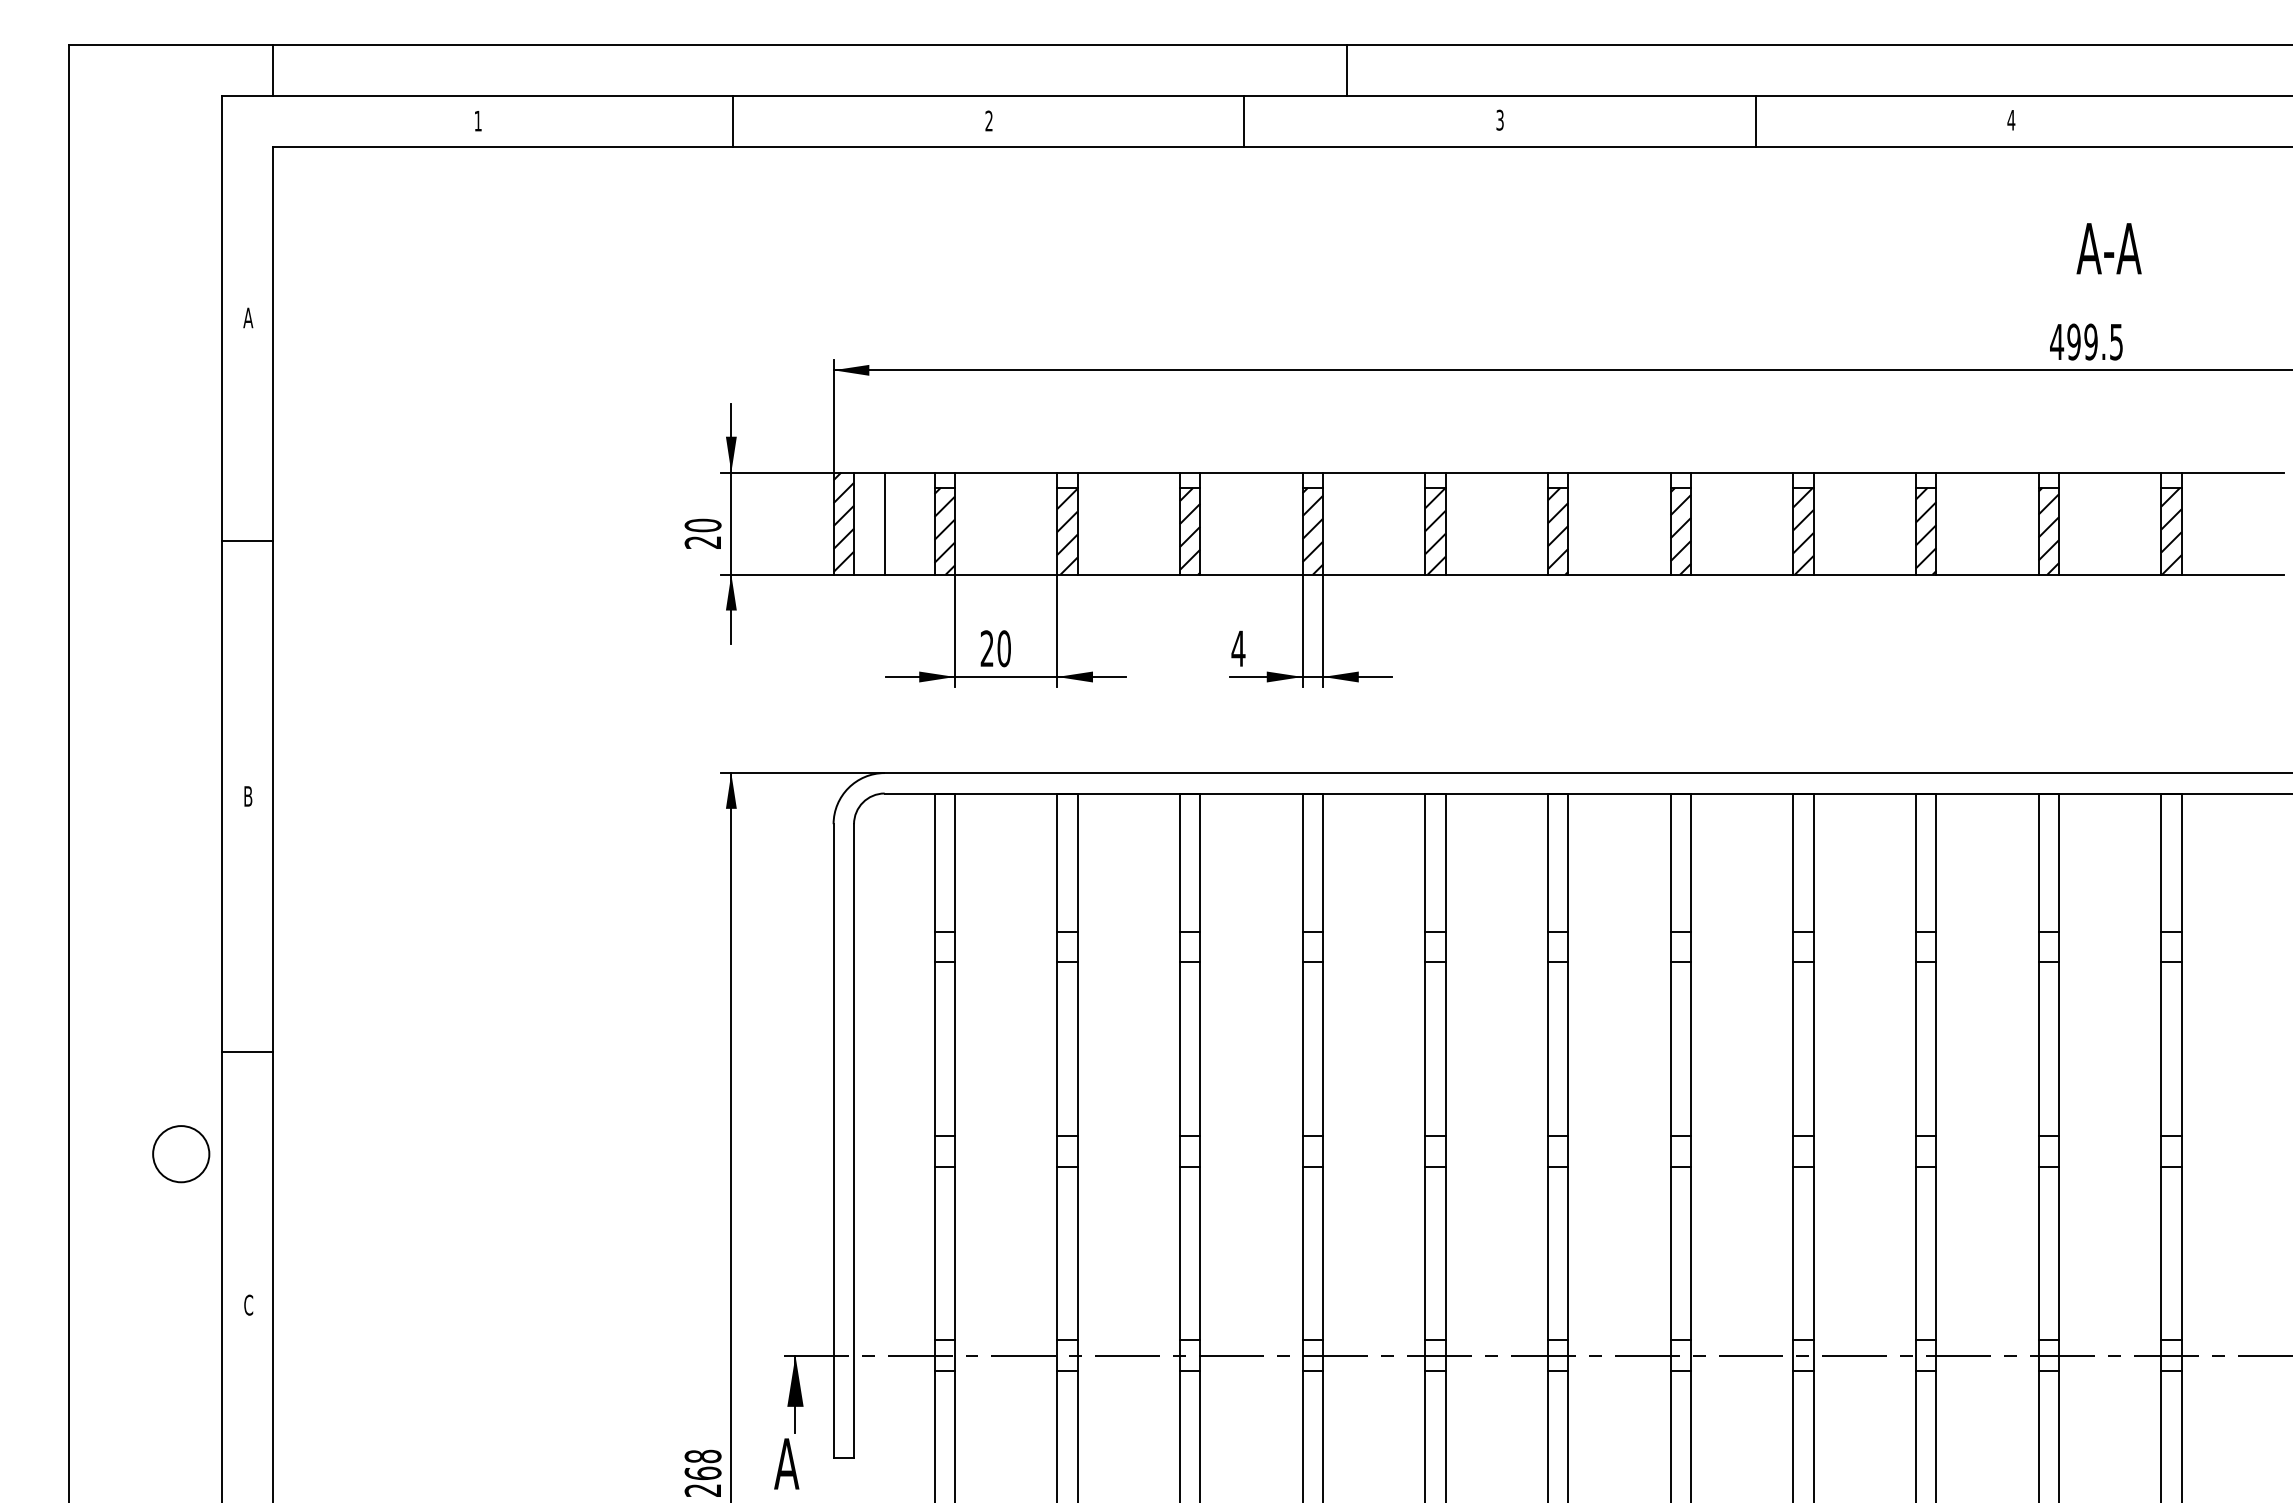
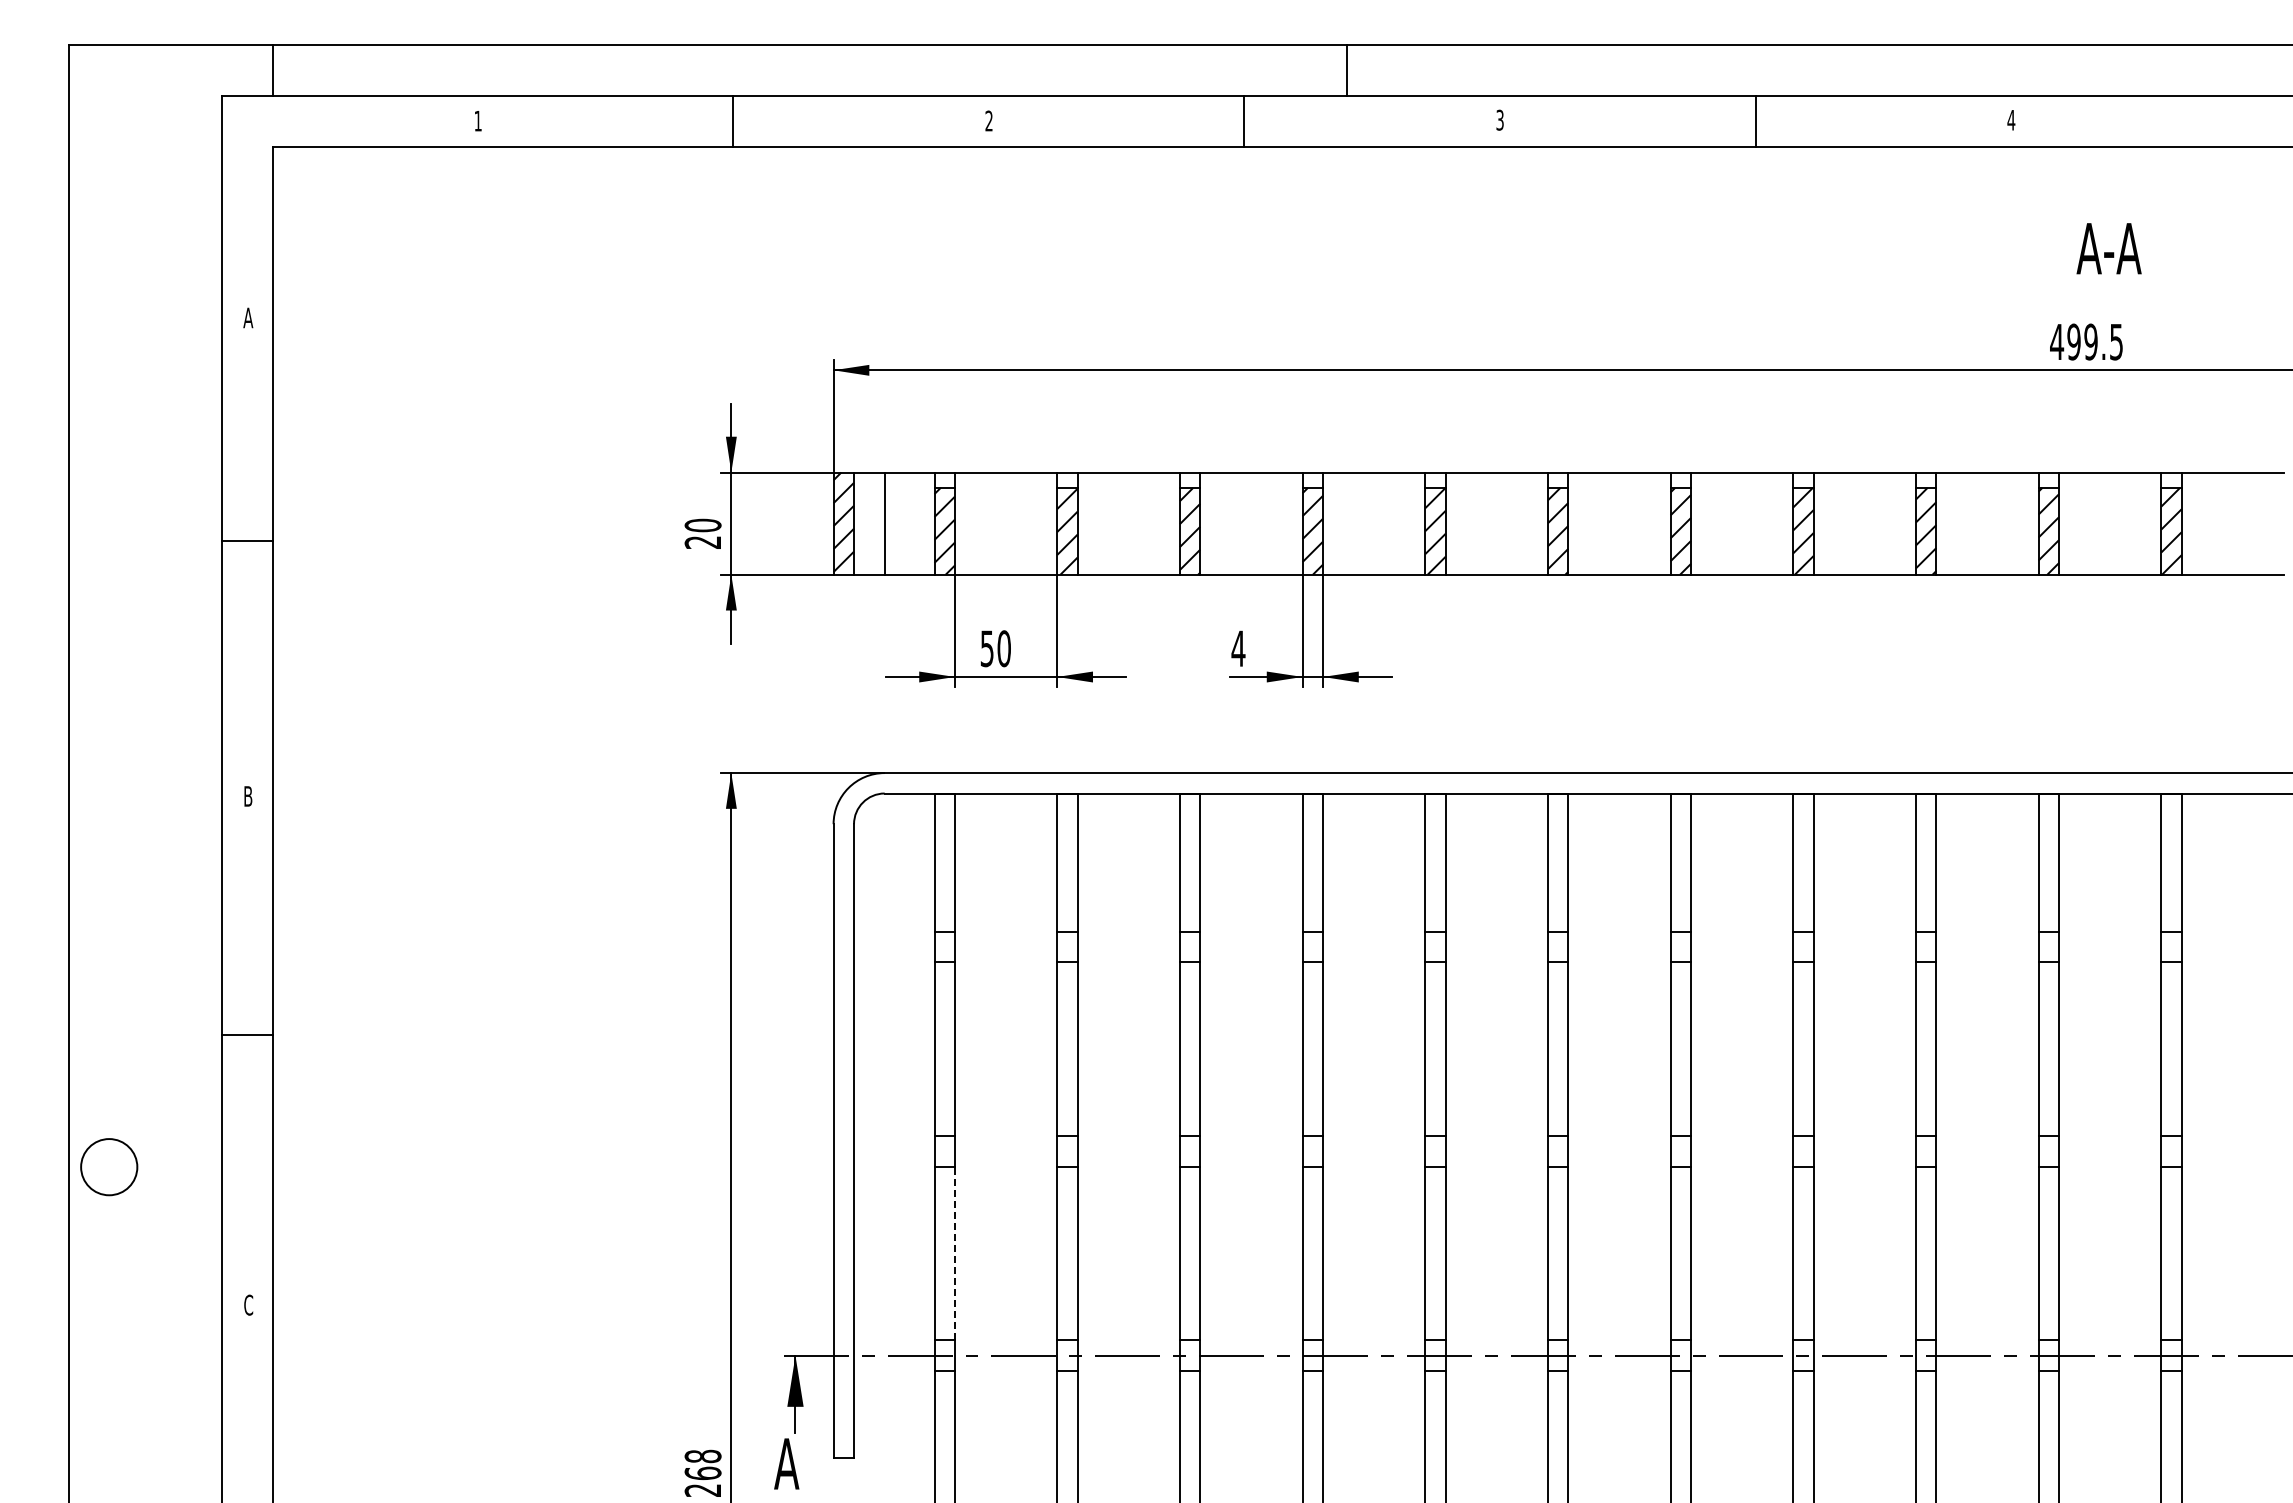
text at (986, 648): 20 -> 50
line at (247, 1051) position: (247, 1051) -> (247, 1034)
circle at (181, 1154) position: (181, 1154) -> (109, 1167)
line at (954, 1253): solid -> dashed
